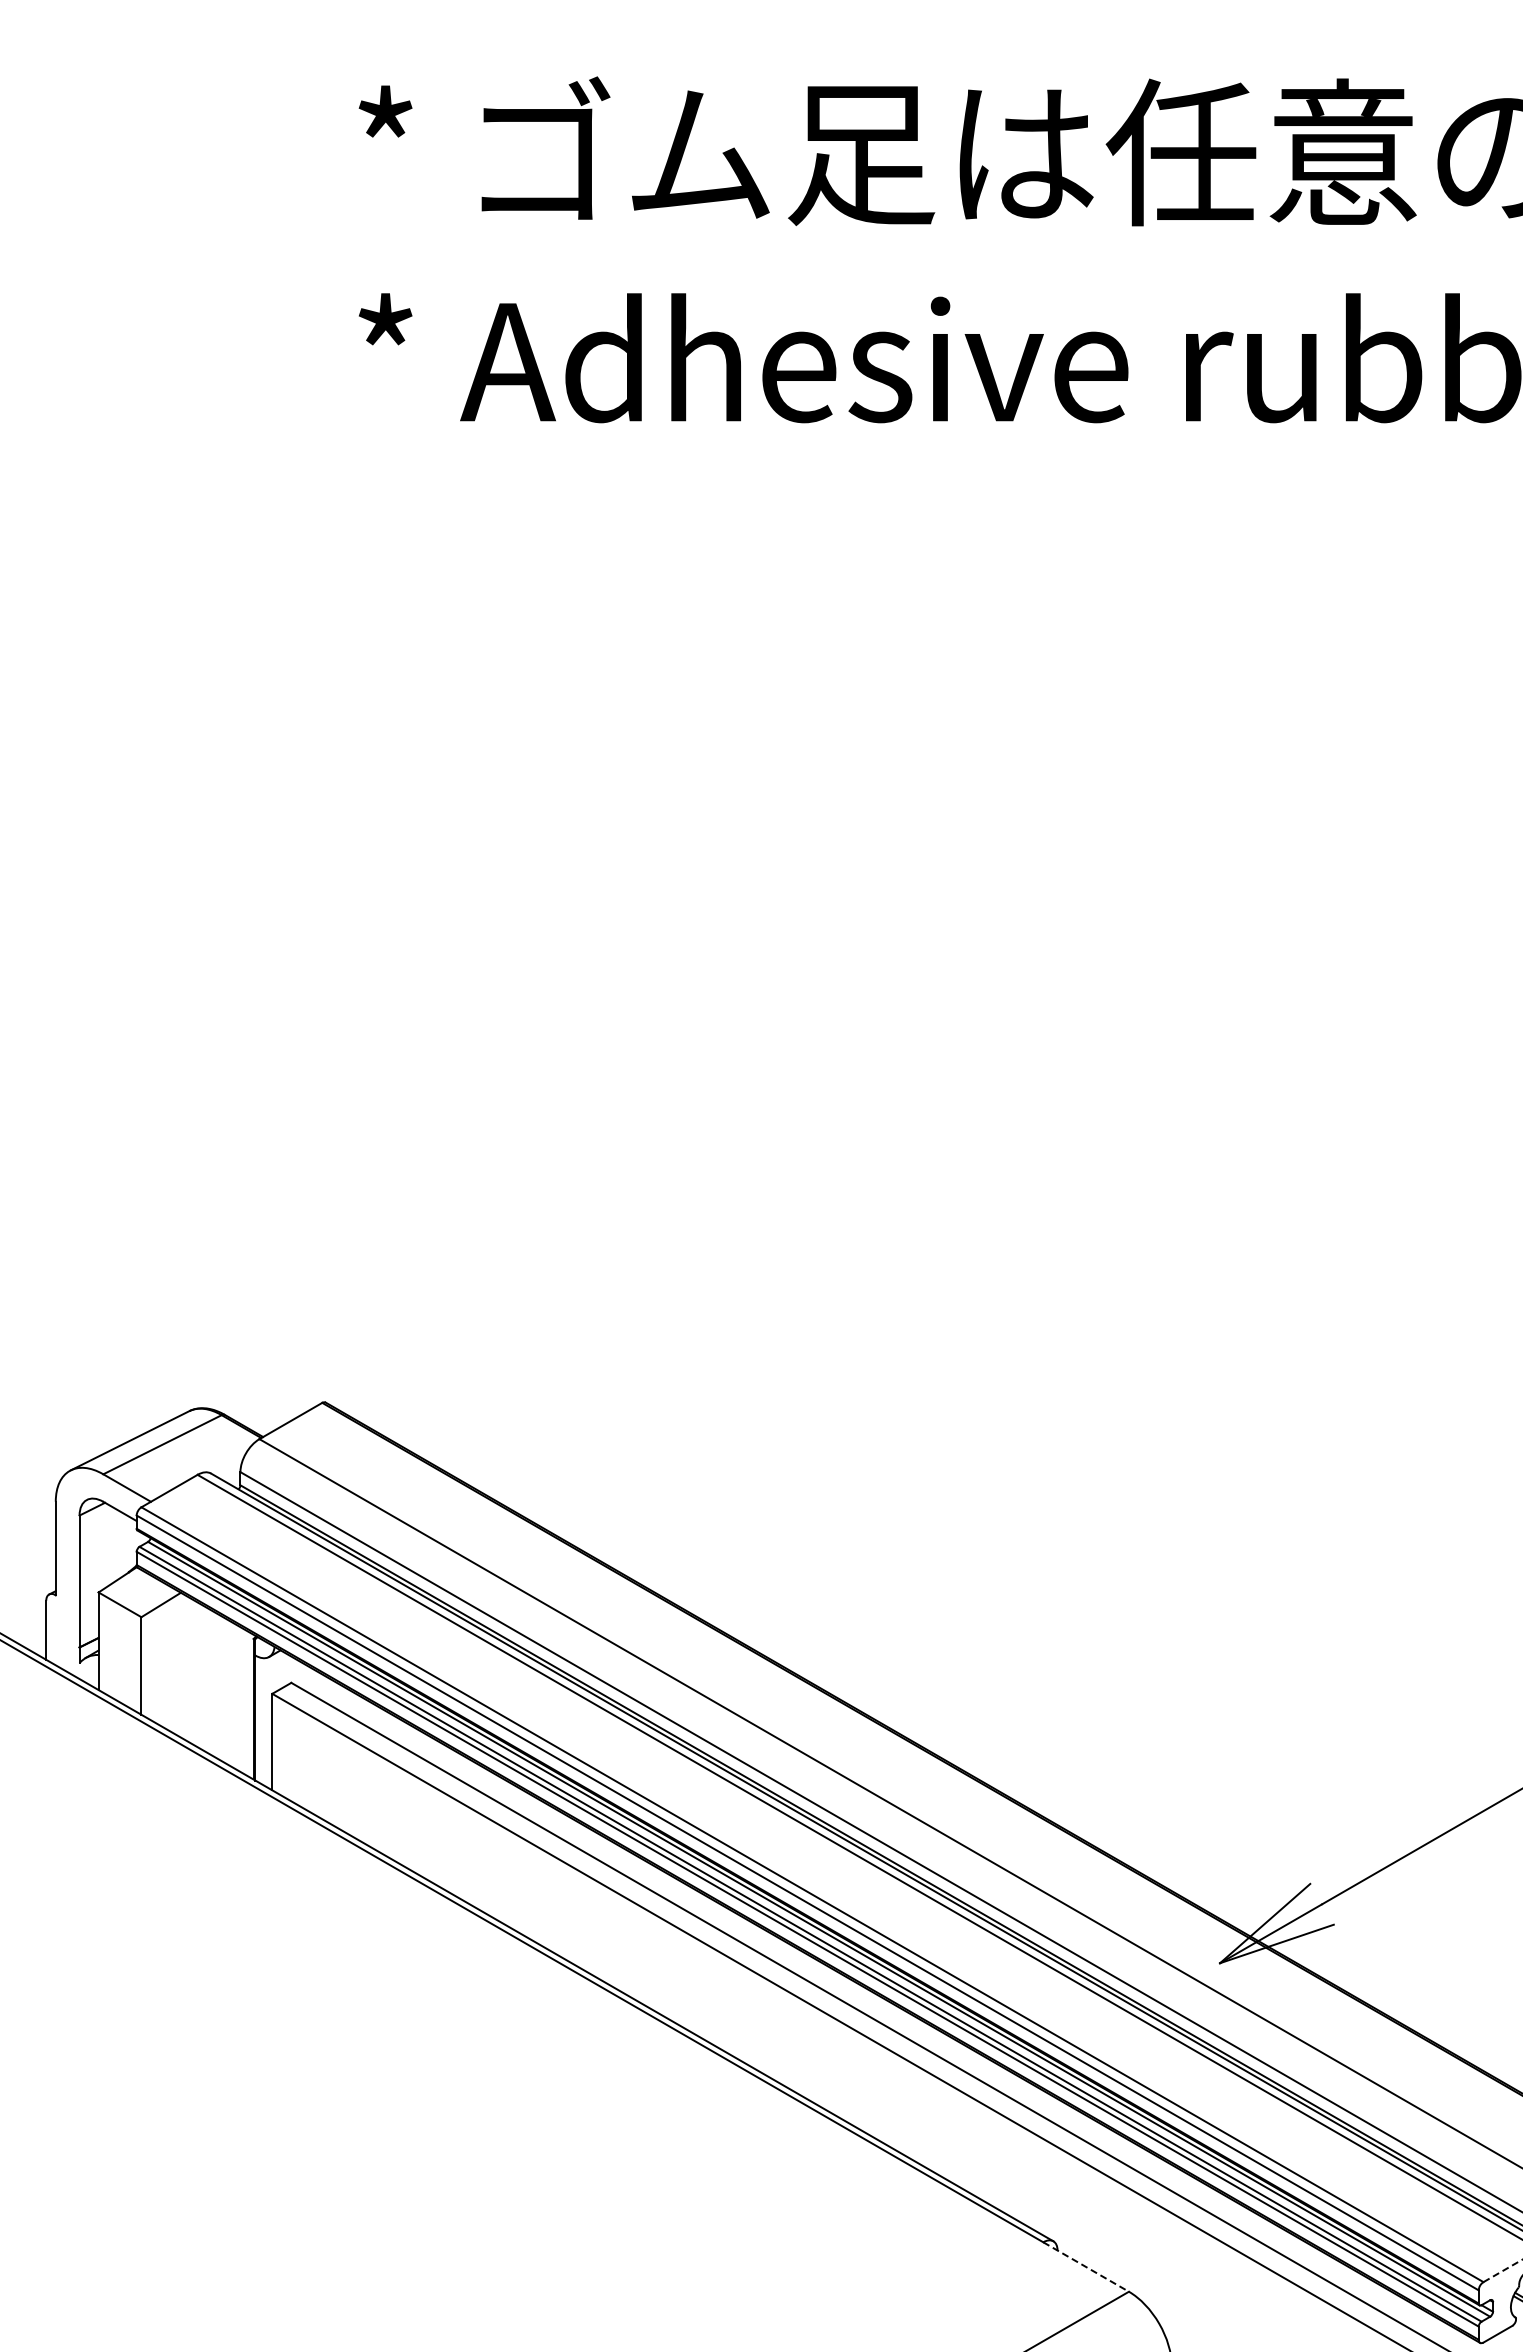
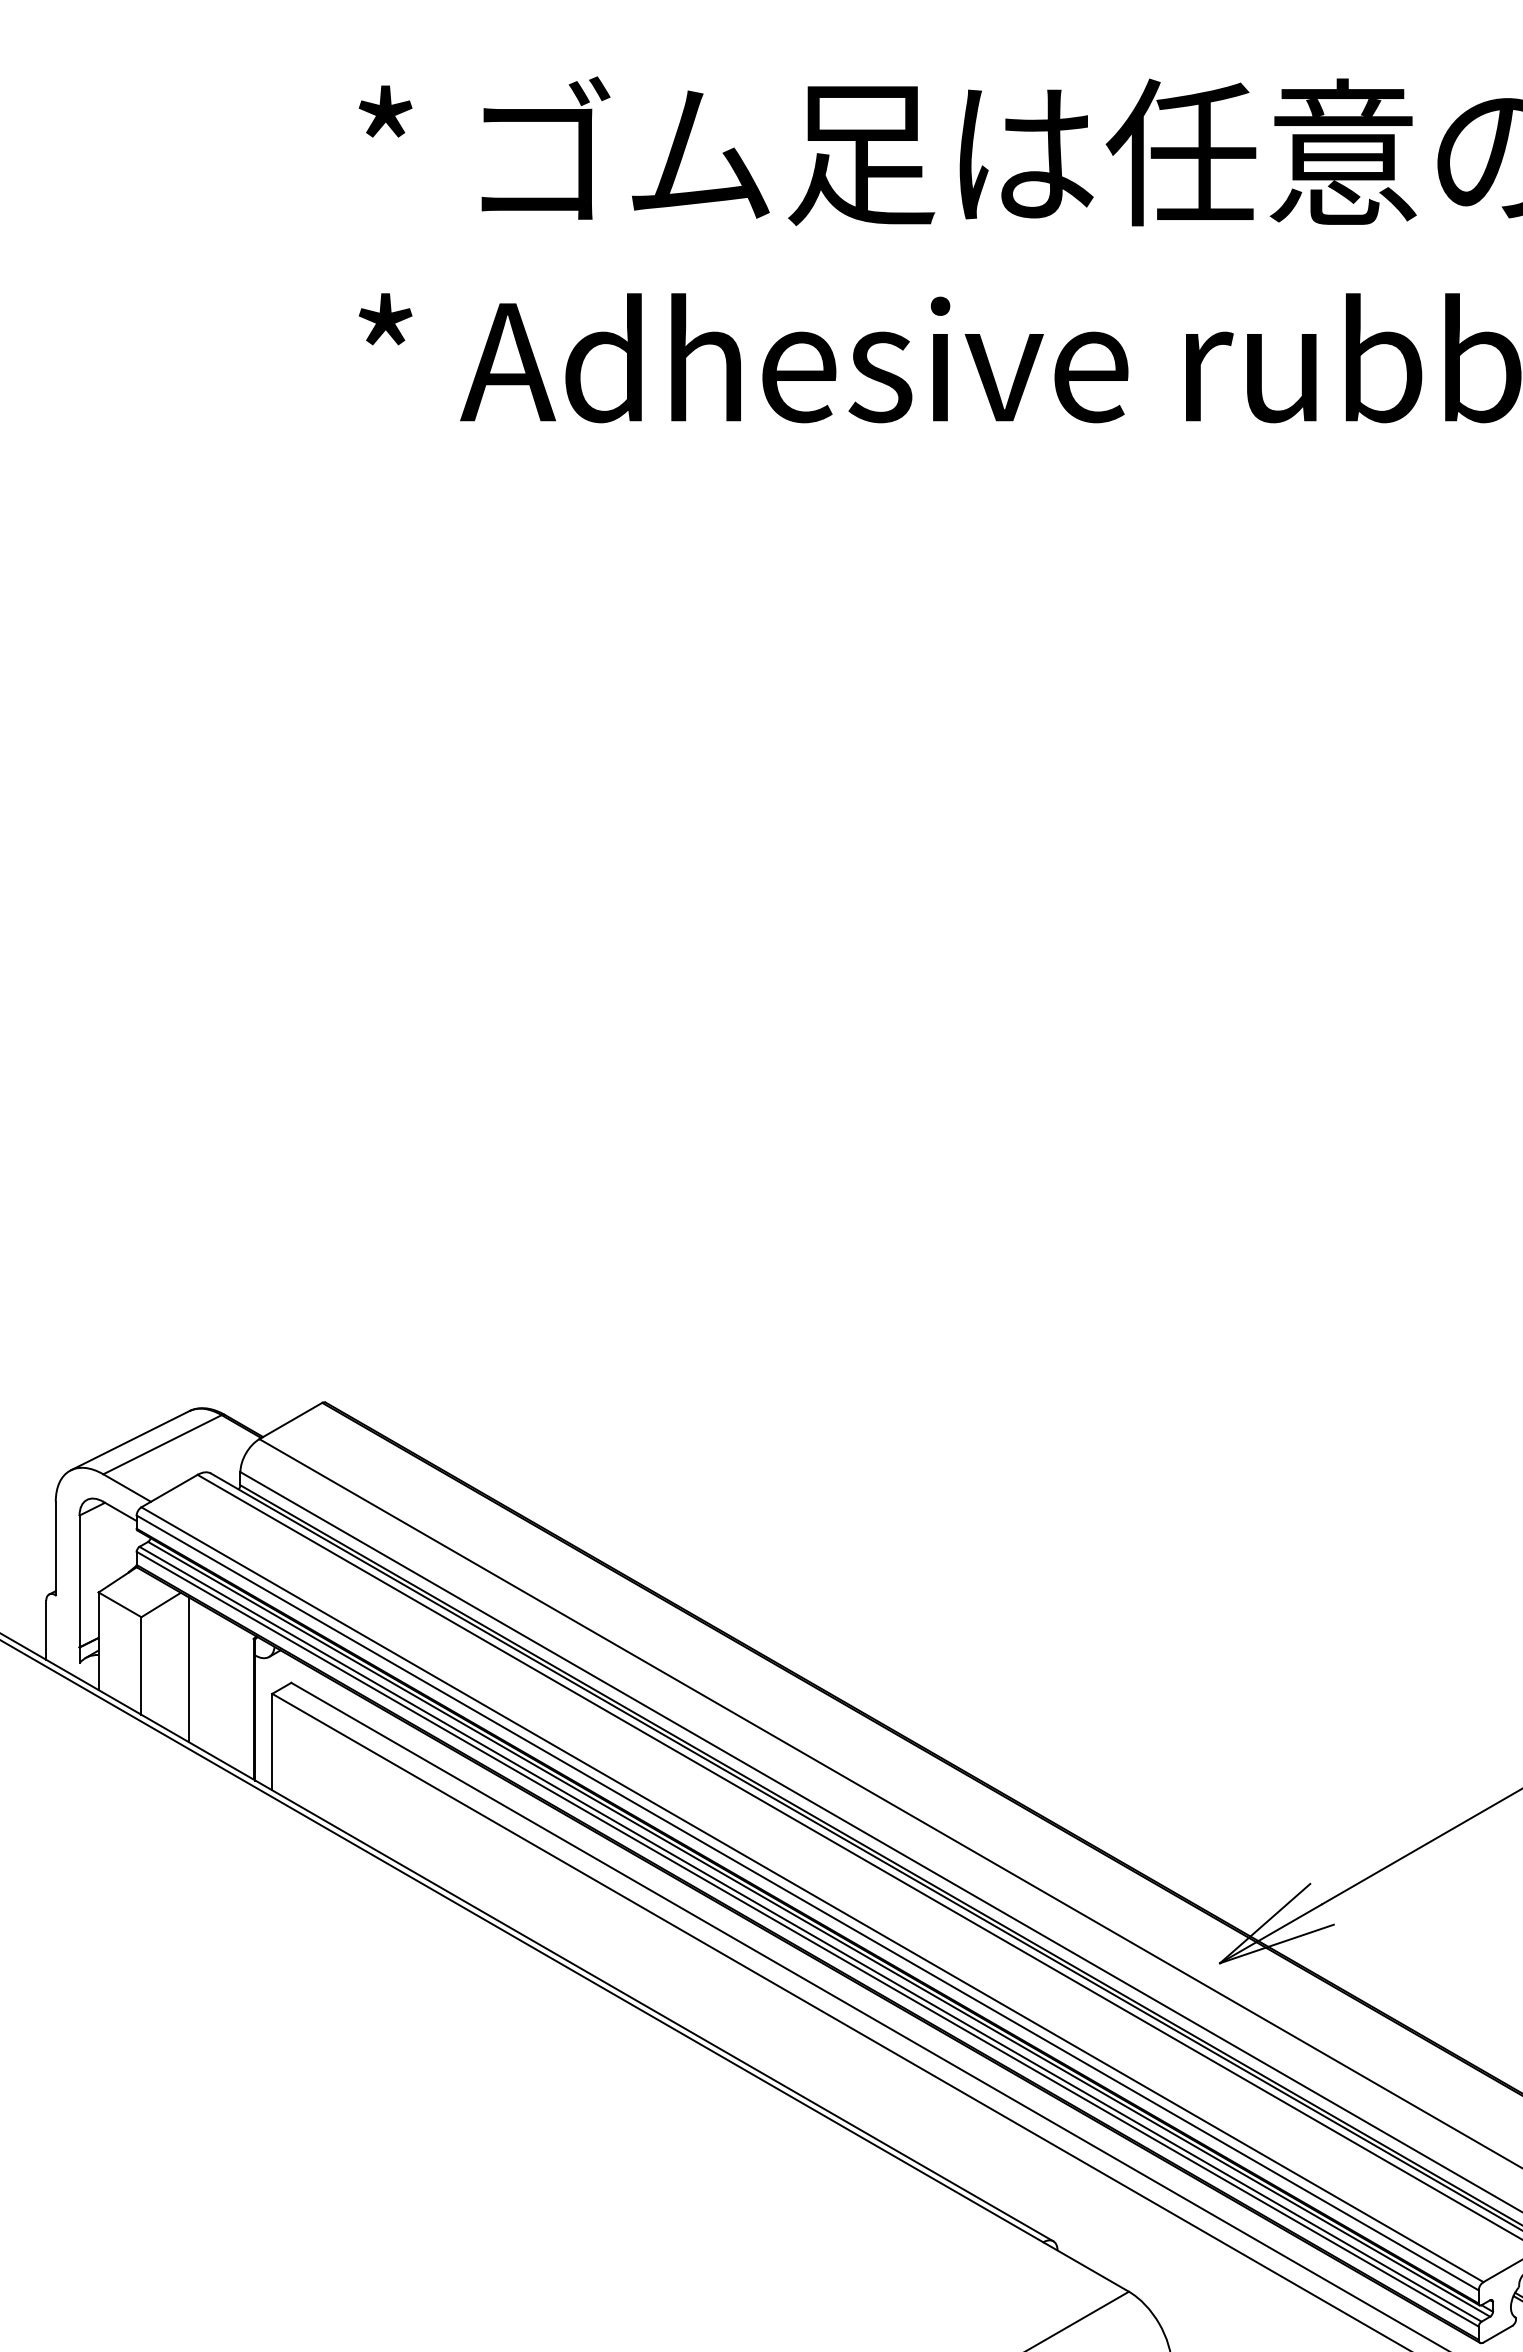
line at (189, 1669): none -> present
line at (1086, 2267): dashed -> solid
line at (1503, 2270): dashed -> solid
